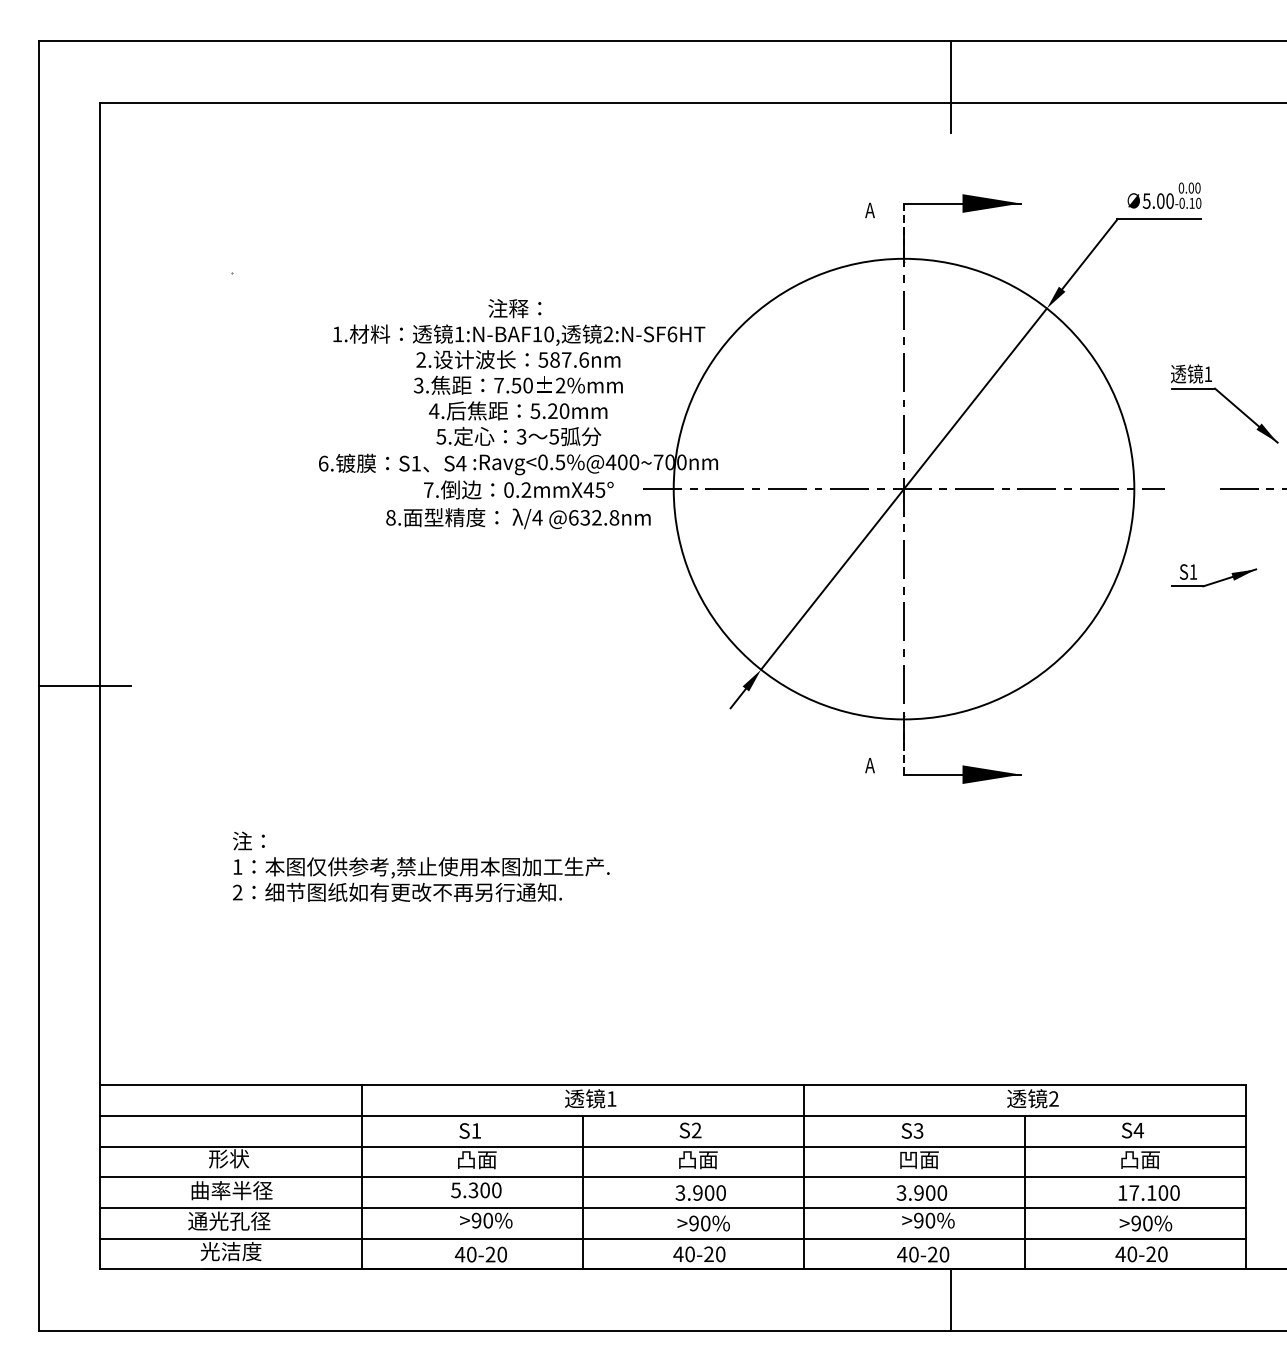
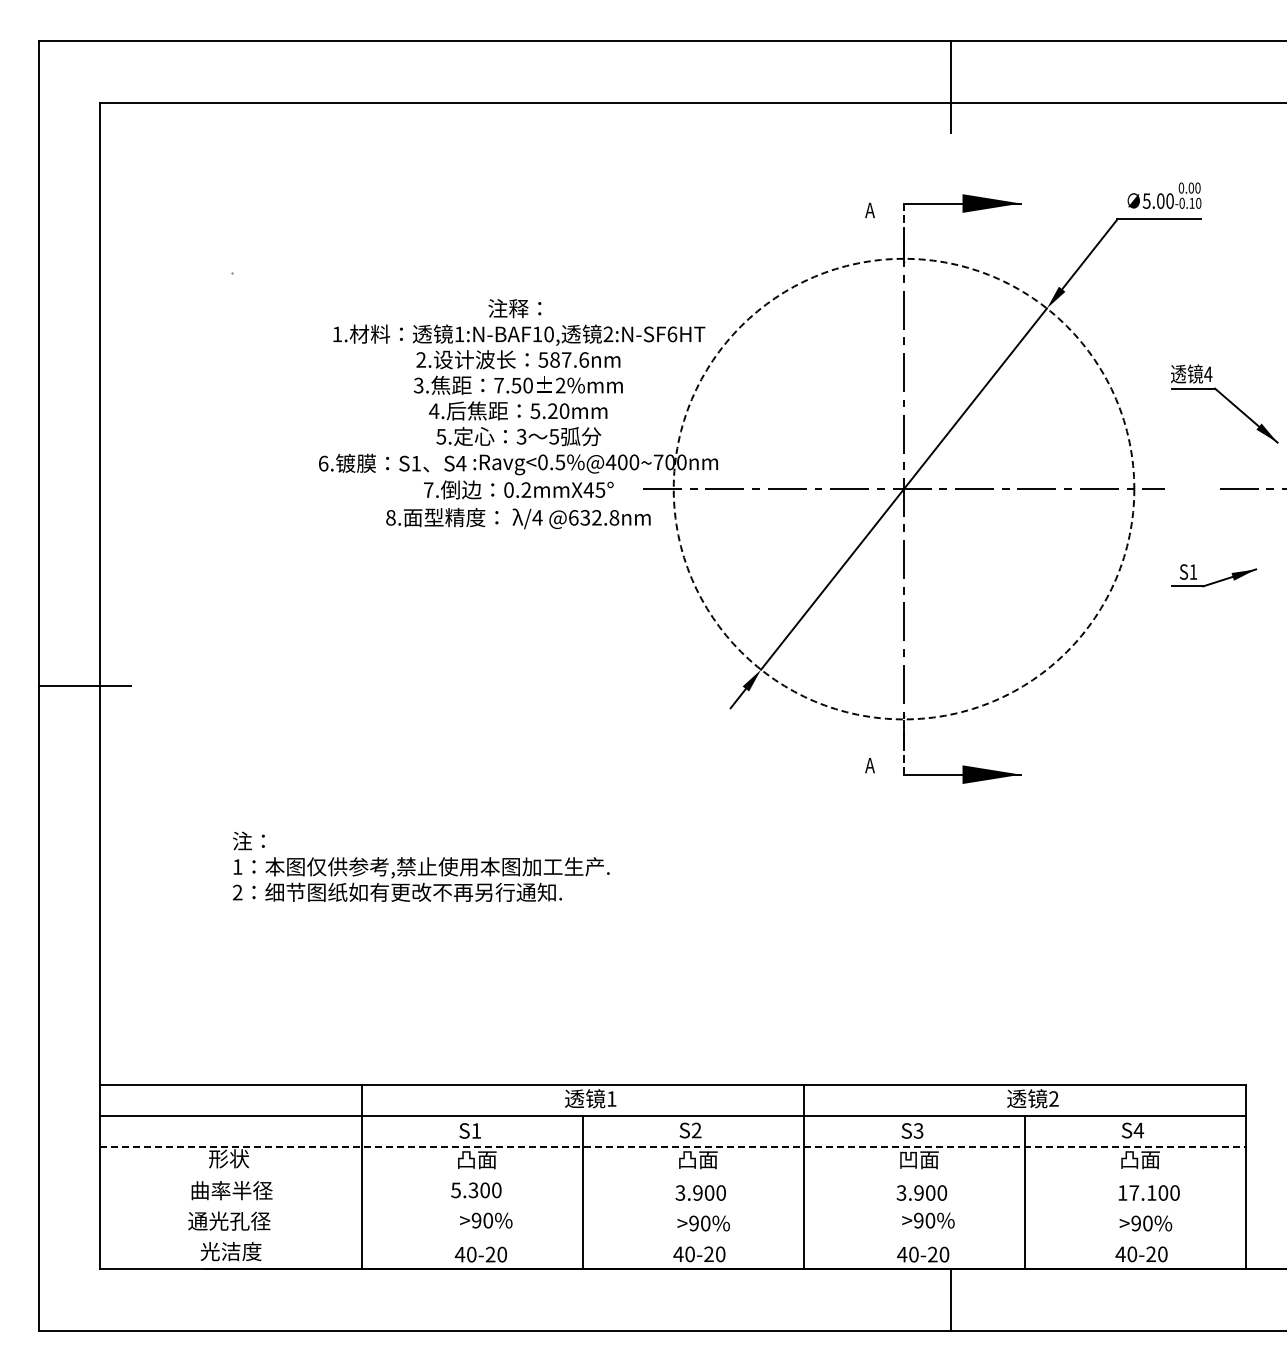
text at (1208, 373): 1 -> 4
circle at (903, 488): solid -> dashed
line at (673, 1146): solid -> dashed
line at (673, 1177): present -> none
line at (673, 1208): present -> none
line at (673, 1238): present -> none
